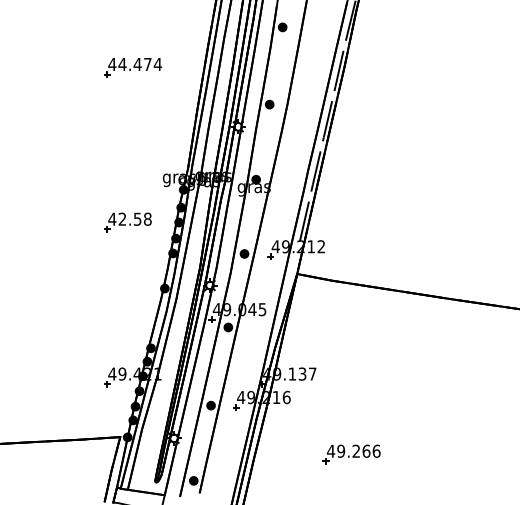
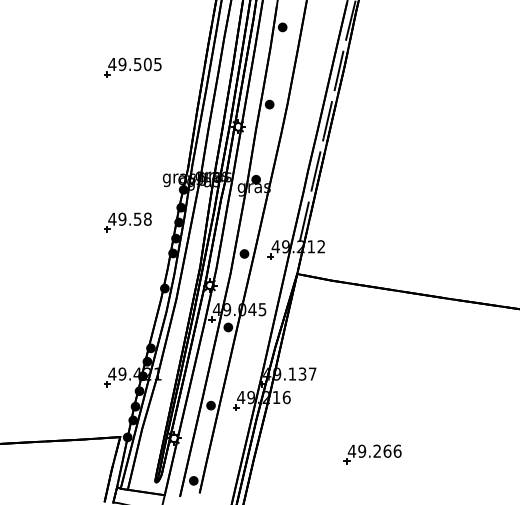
text at (140, 64): 44.474 -> 49.505
text at (122, 218): 42.58 -> 49.58
part at (351, 454) position: (351, 454) -> (372, 454)
